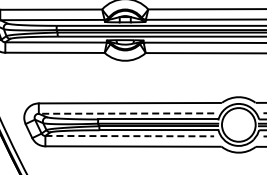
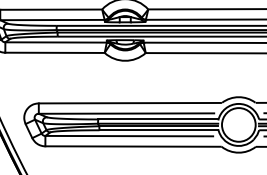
line at (126, 113): dashed -> solid
line at (129, 136): dashed -> solid
